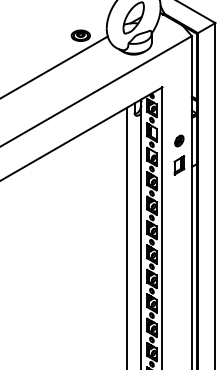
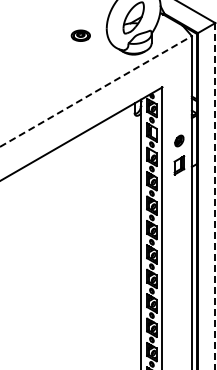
line at (54, 66): present -> none
line at (96, 91): solid -> dashed
line at (215, 196): solid -> dashed
line at (127, 236): present -> none
